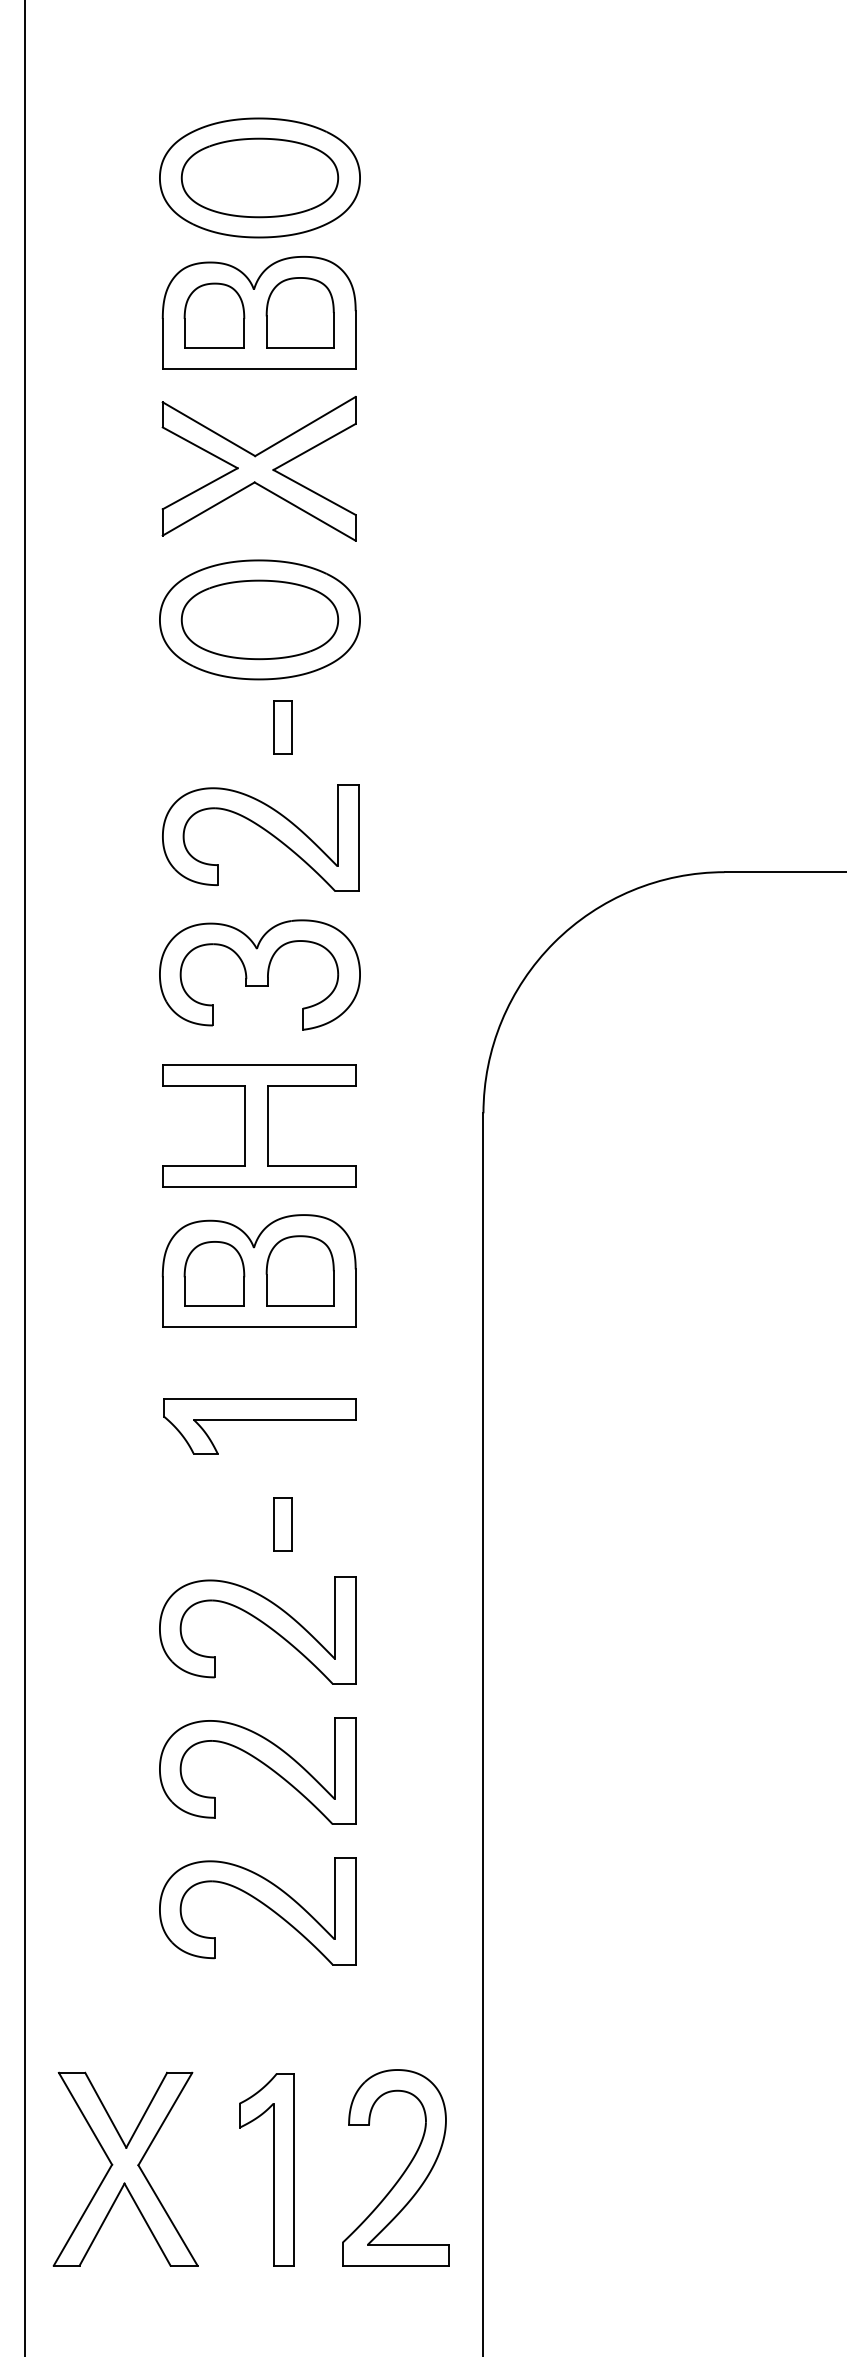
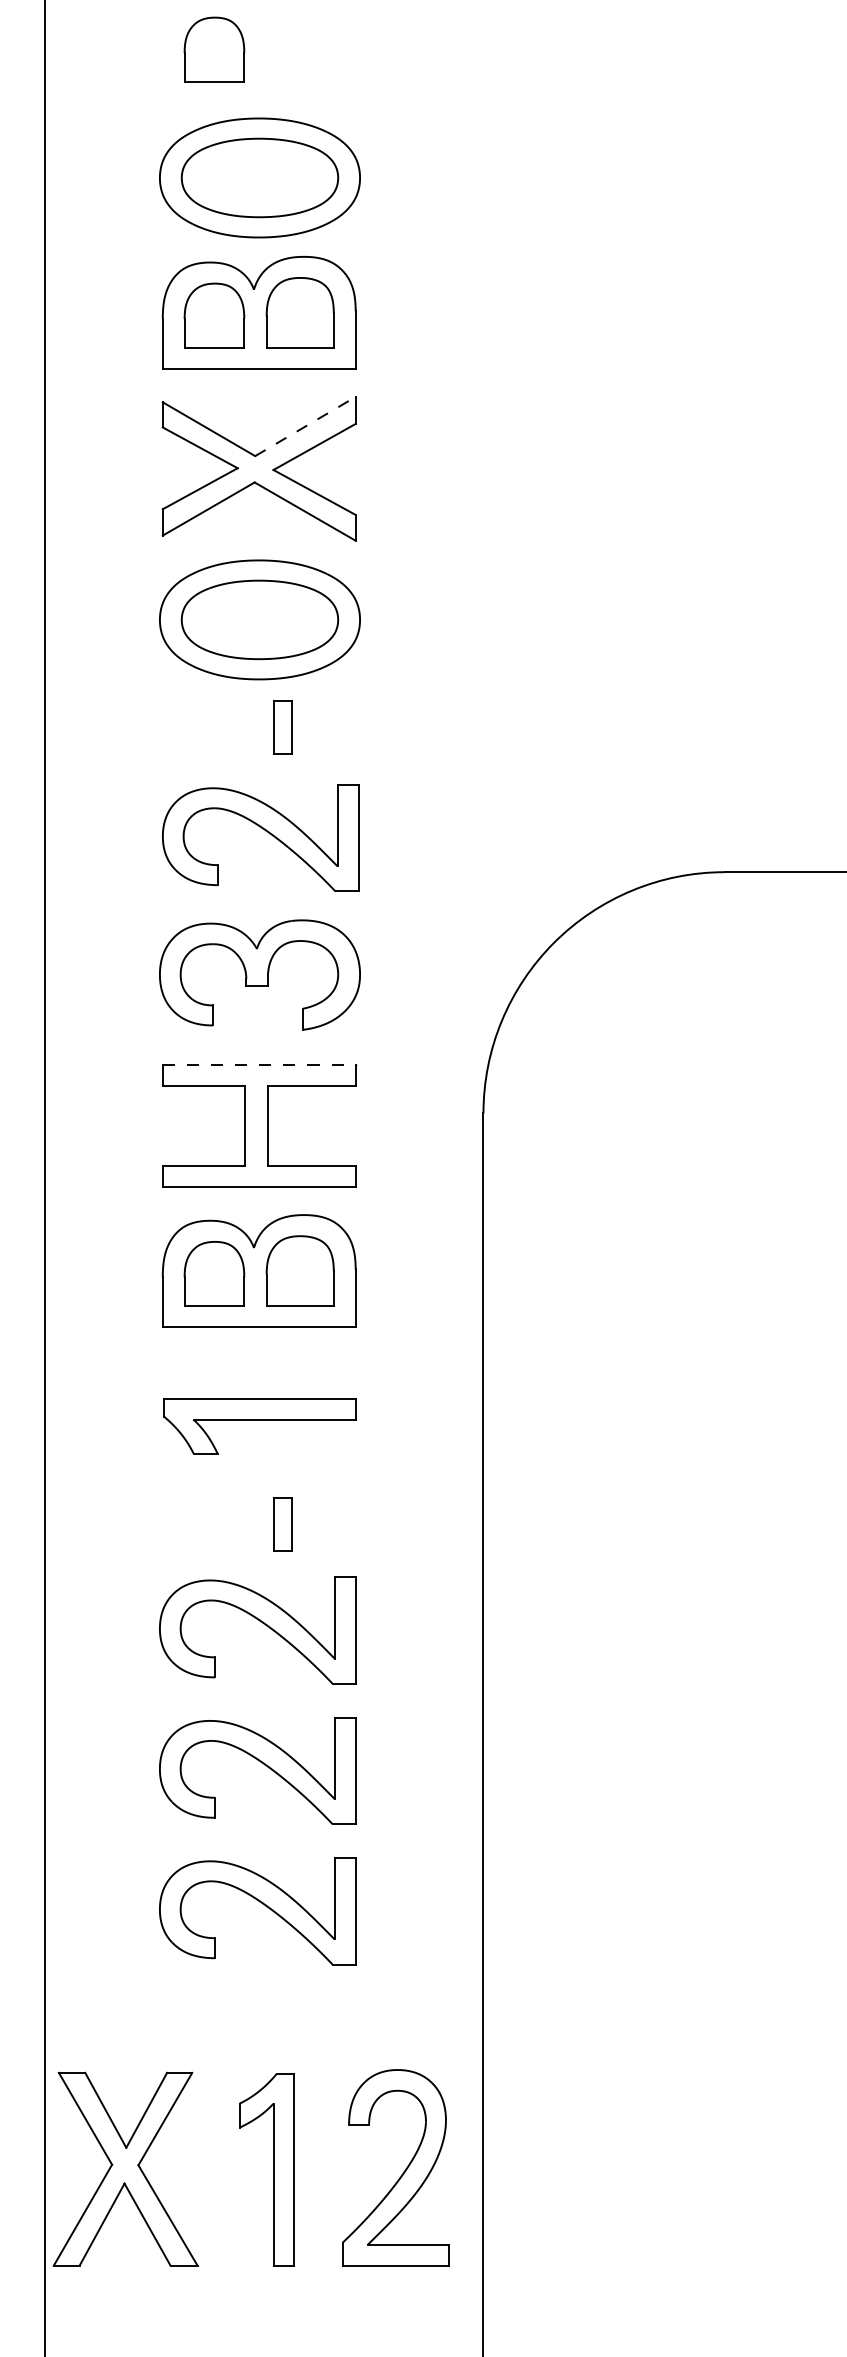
part at (214, 49): none -> present
line at (305, 426): solid -> dashed
line at (259, 1065): solid -> dashed
line at (25, 1177) position: (25, 1177) -> (45, 1177)
